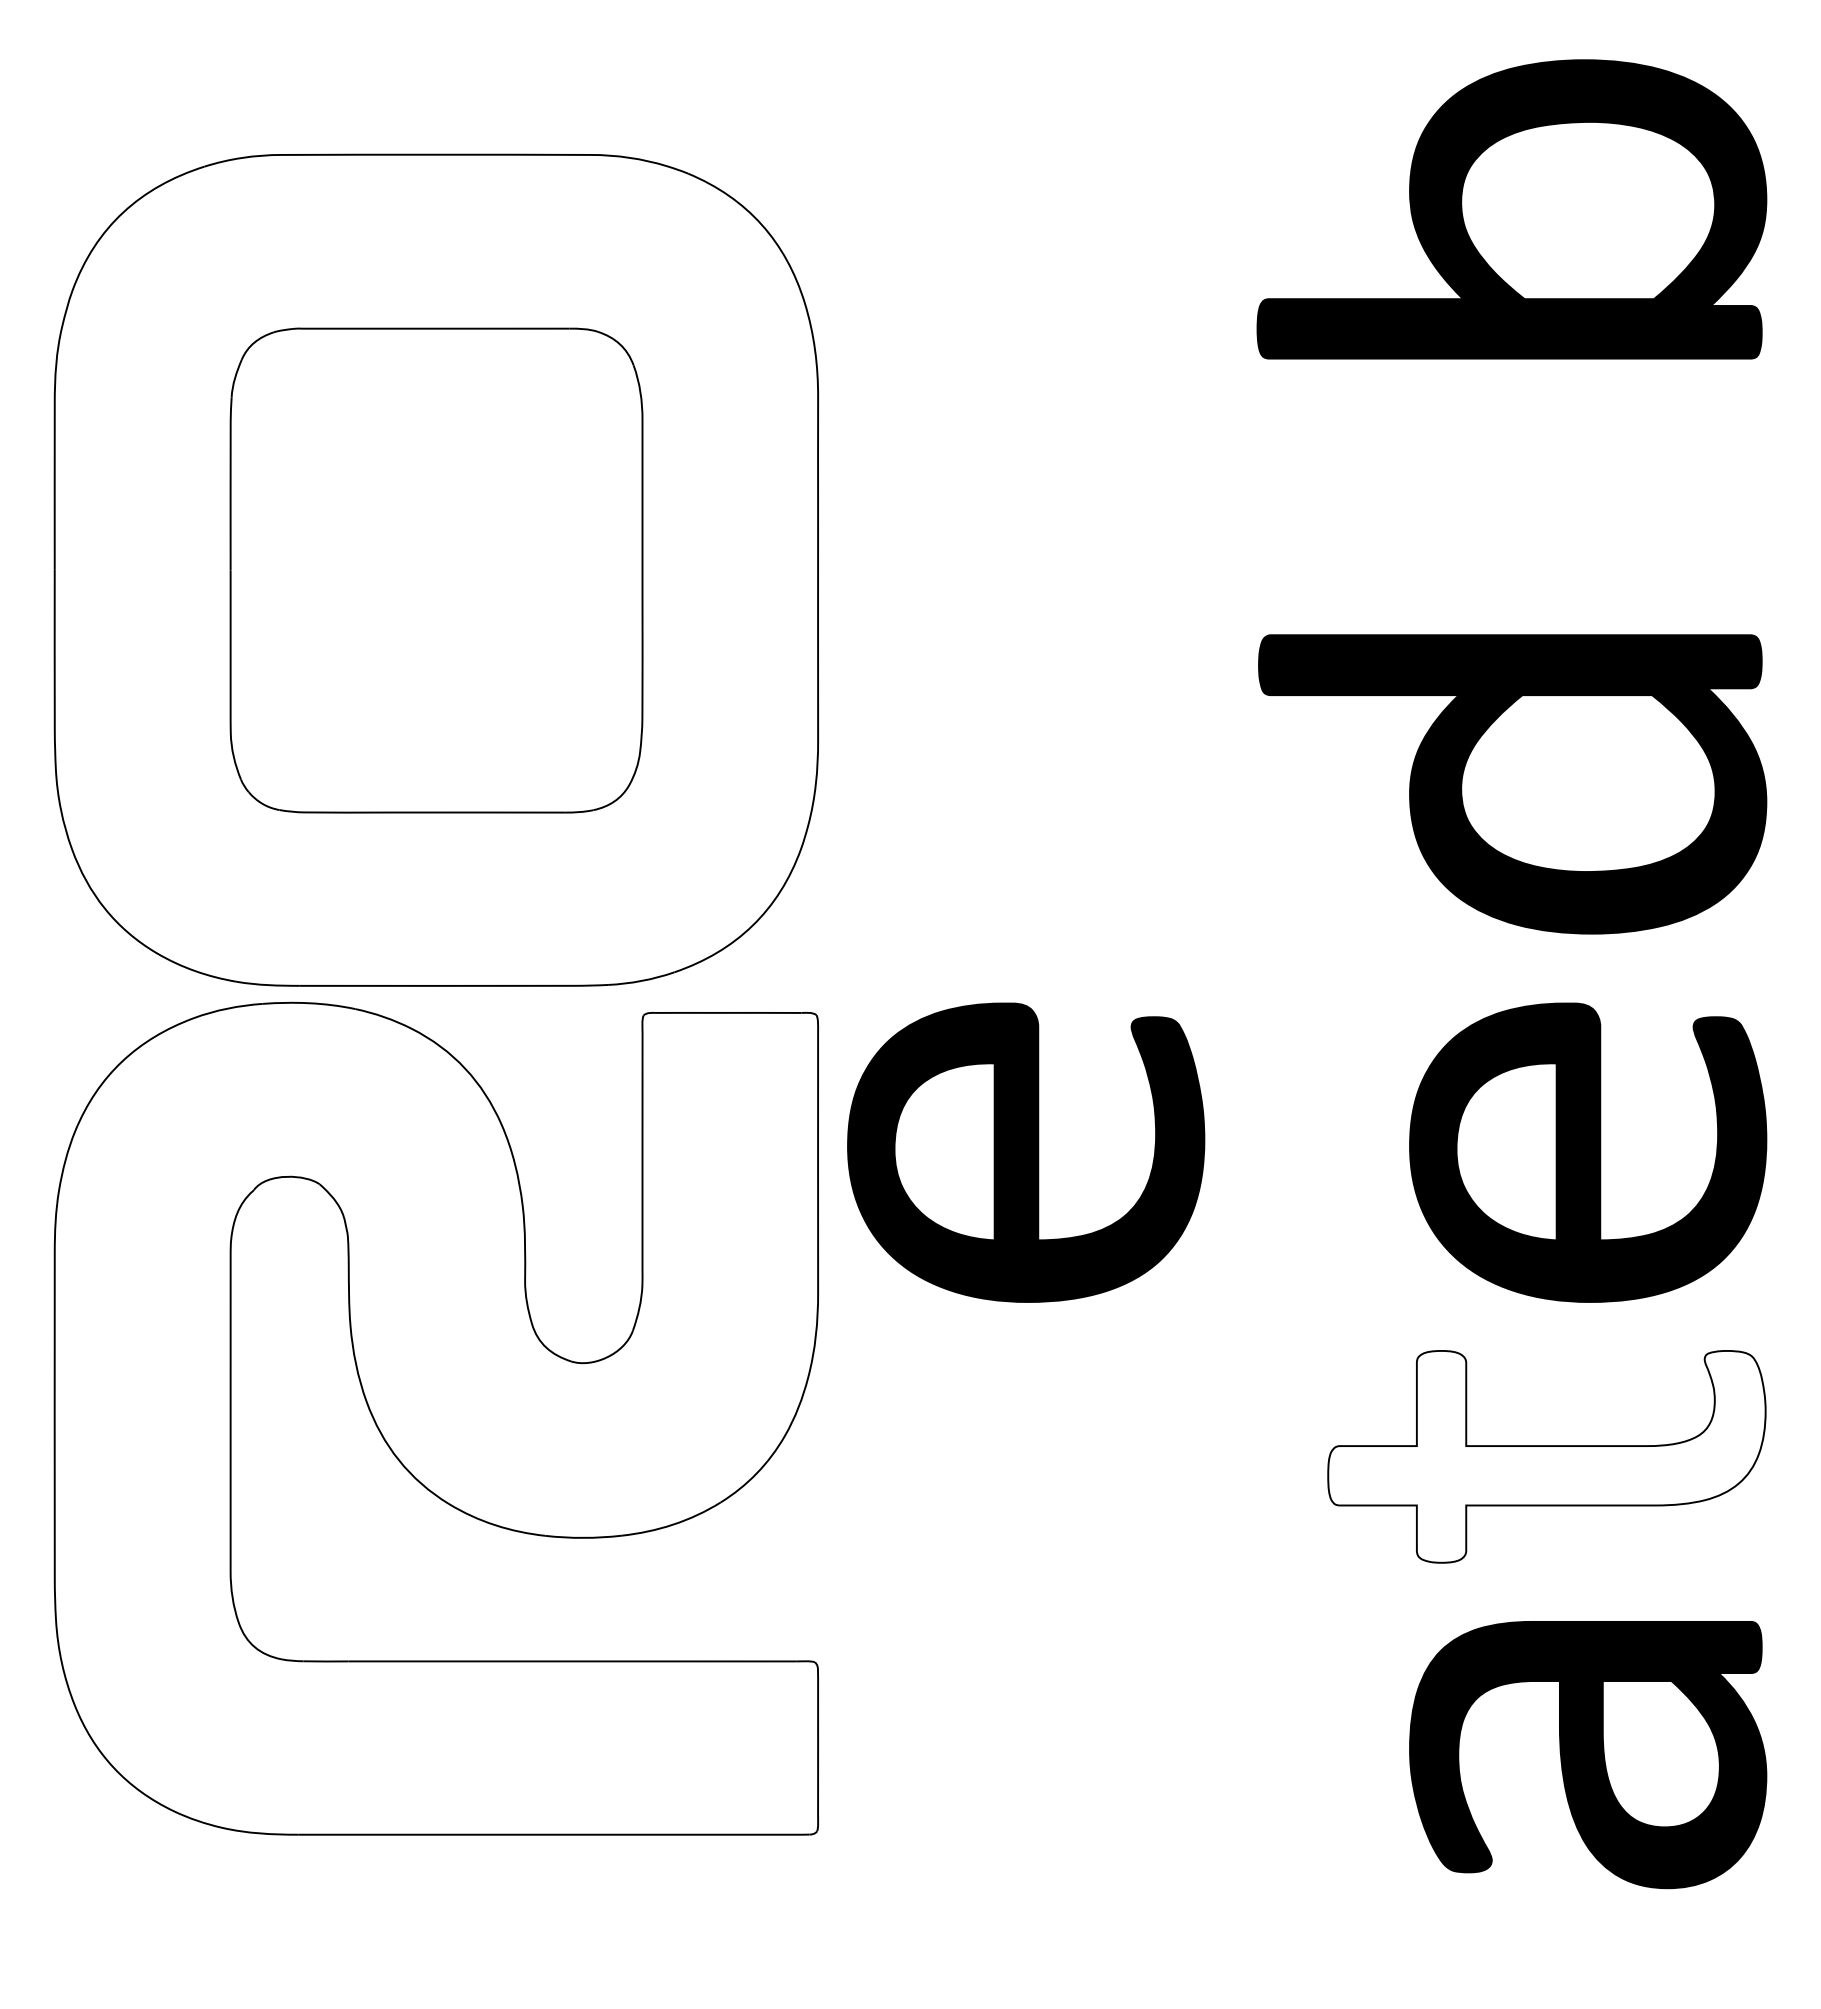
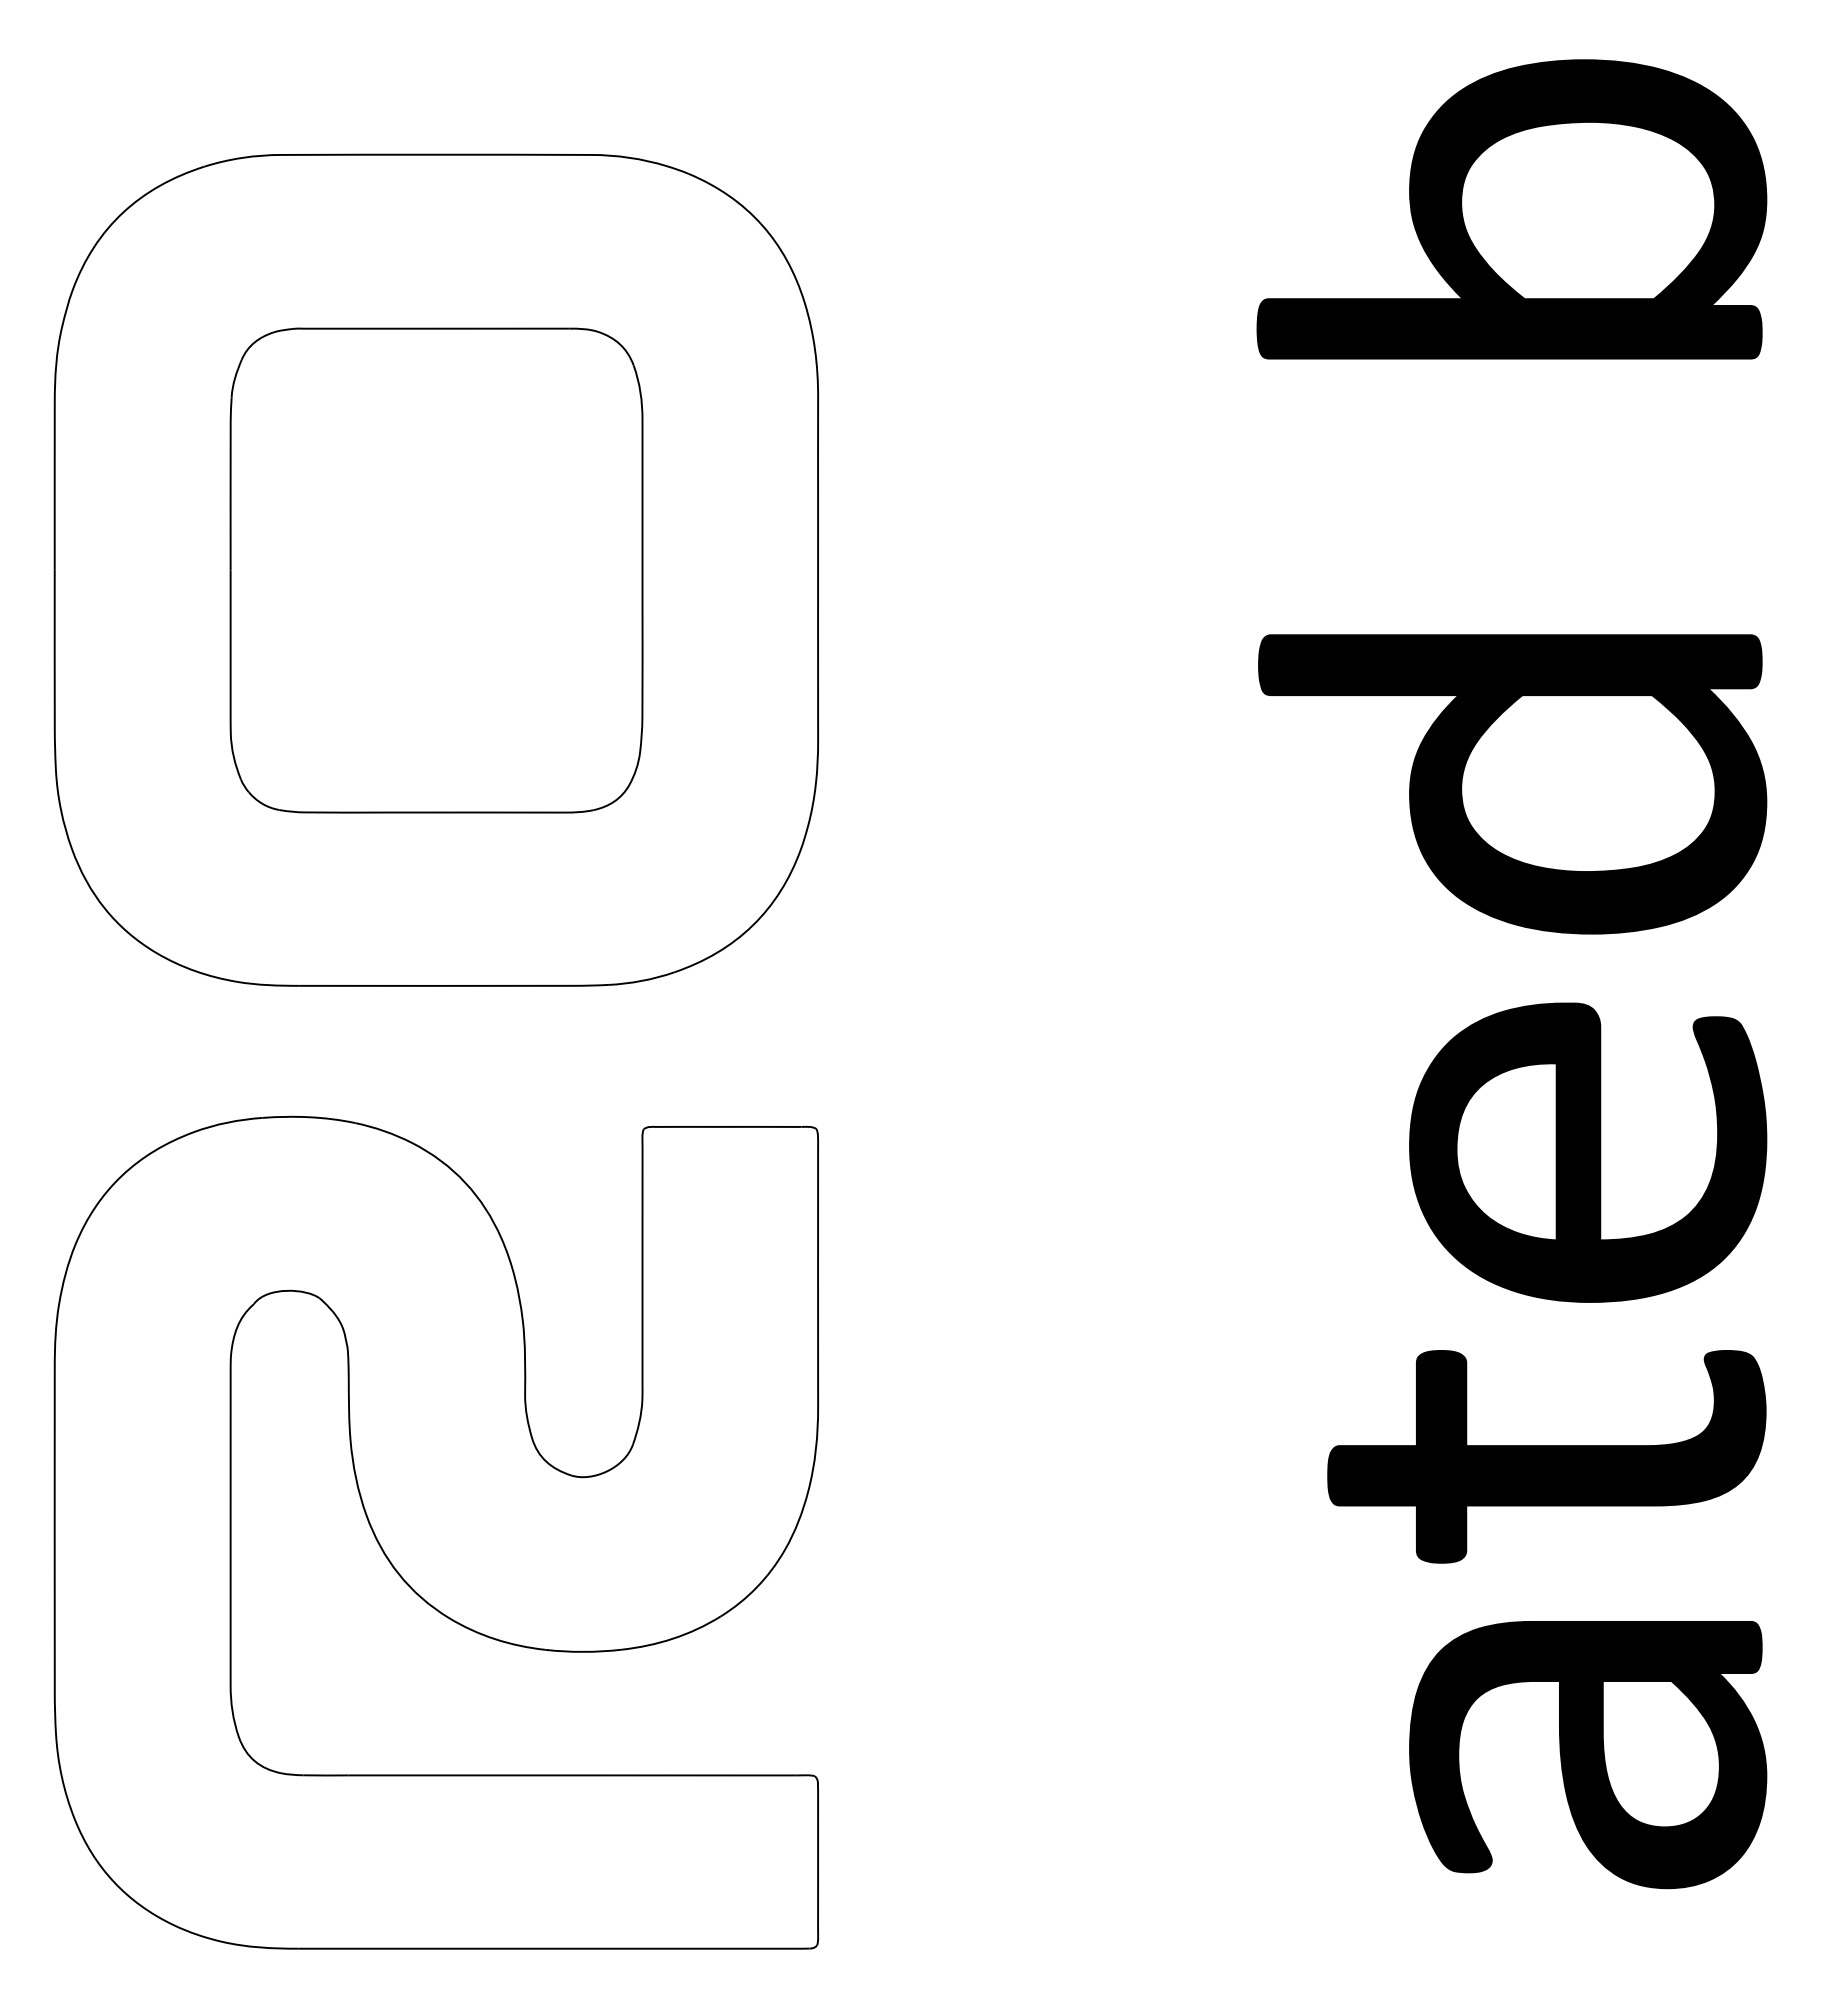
part at (1026, 1152): present -> none
part at (435, 1418) position: (435, 1418) -> (435, 1532)
fill at (1546, 1456): none -> present
